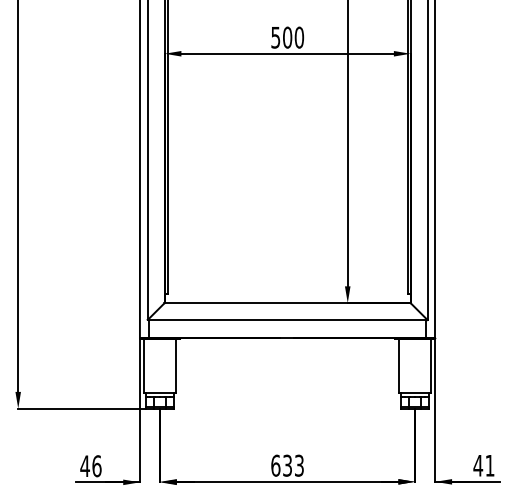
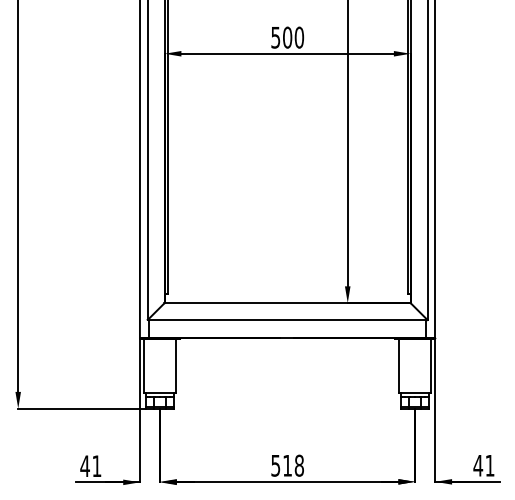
text at (287, 465): 633 -> 518
text at (96, 466): 46 -> 41
